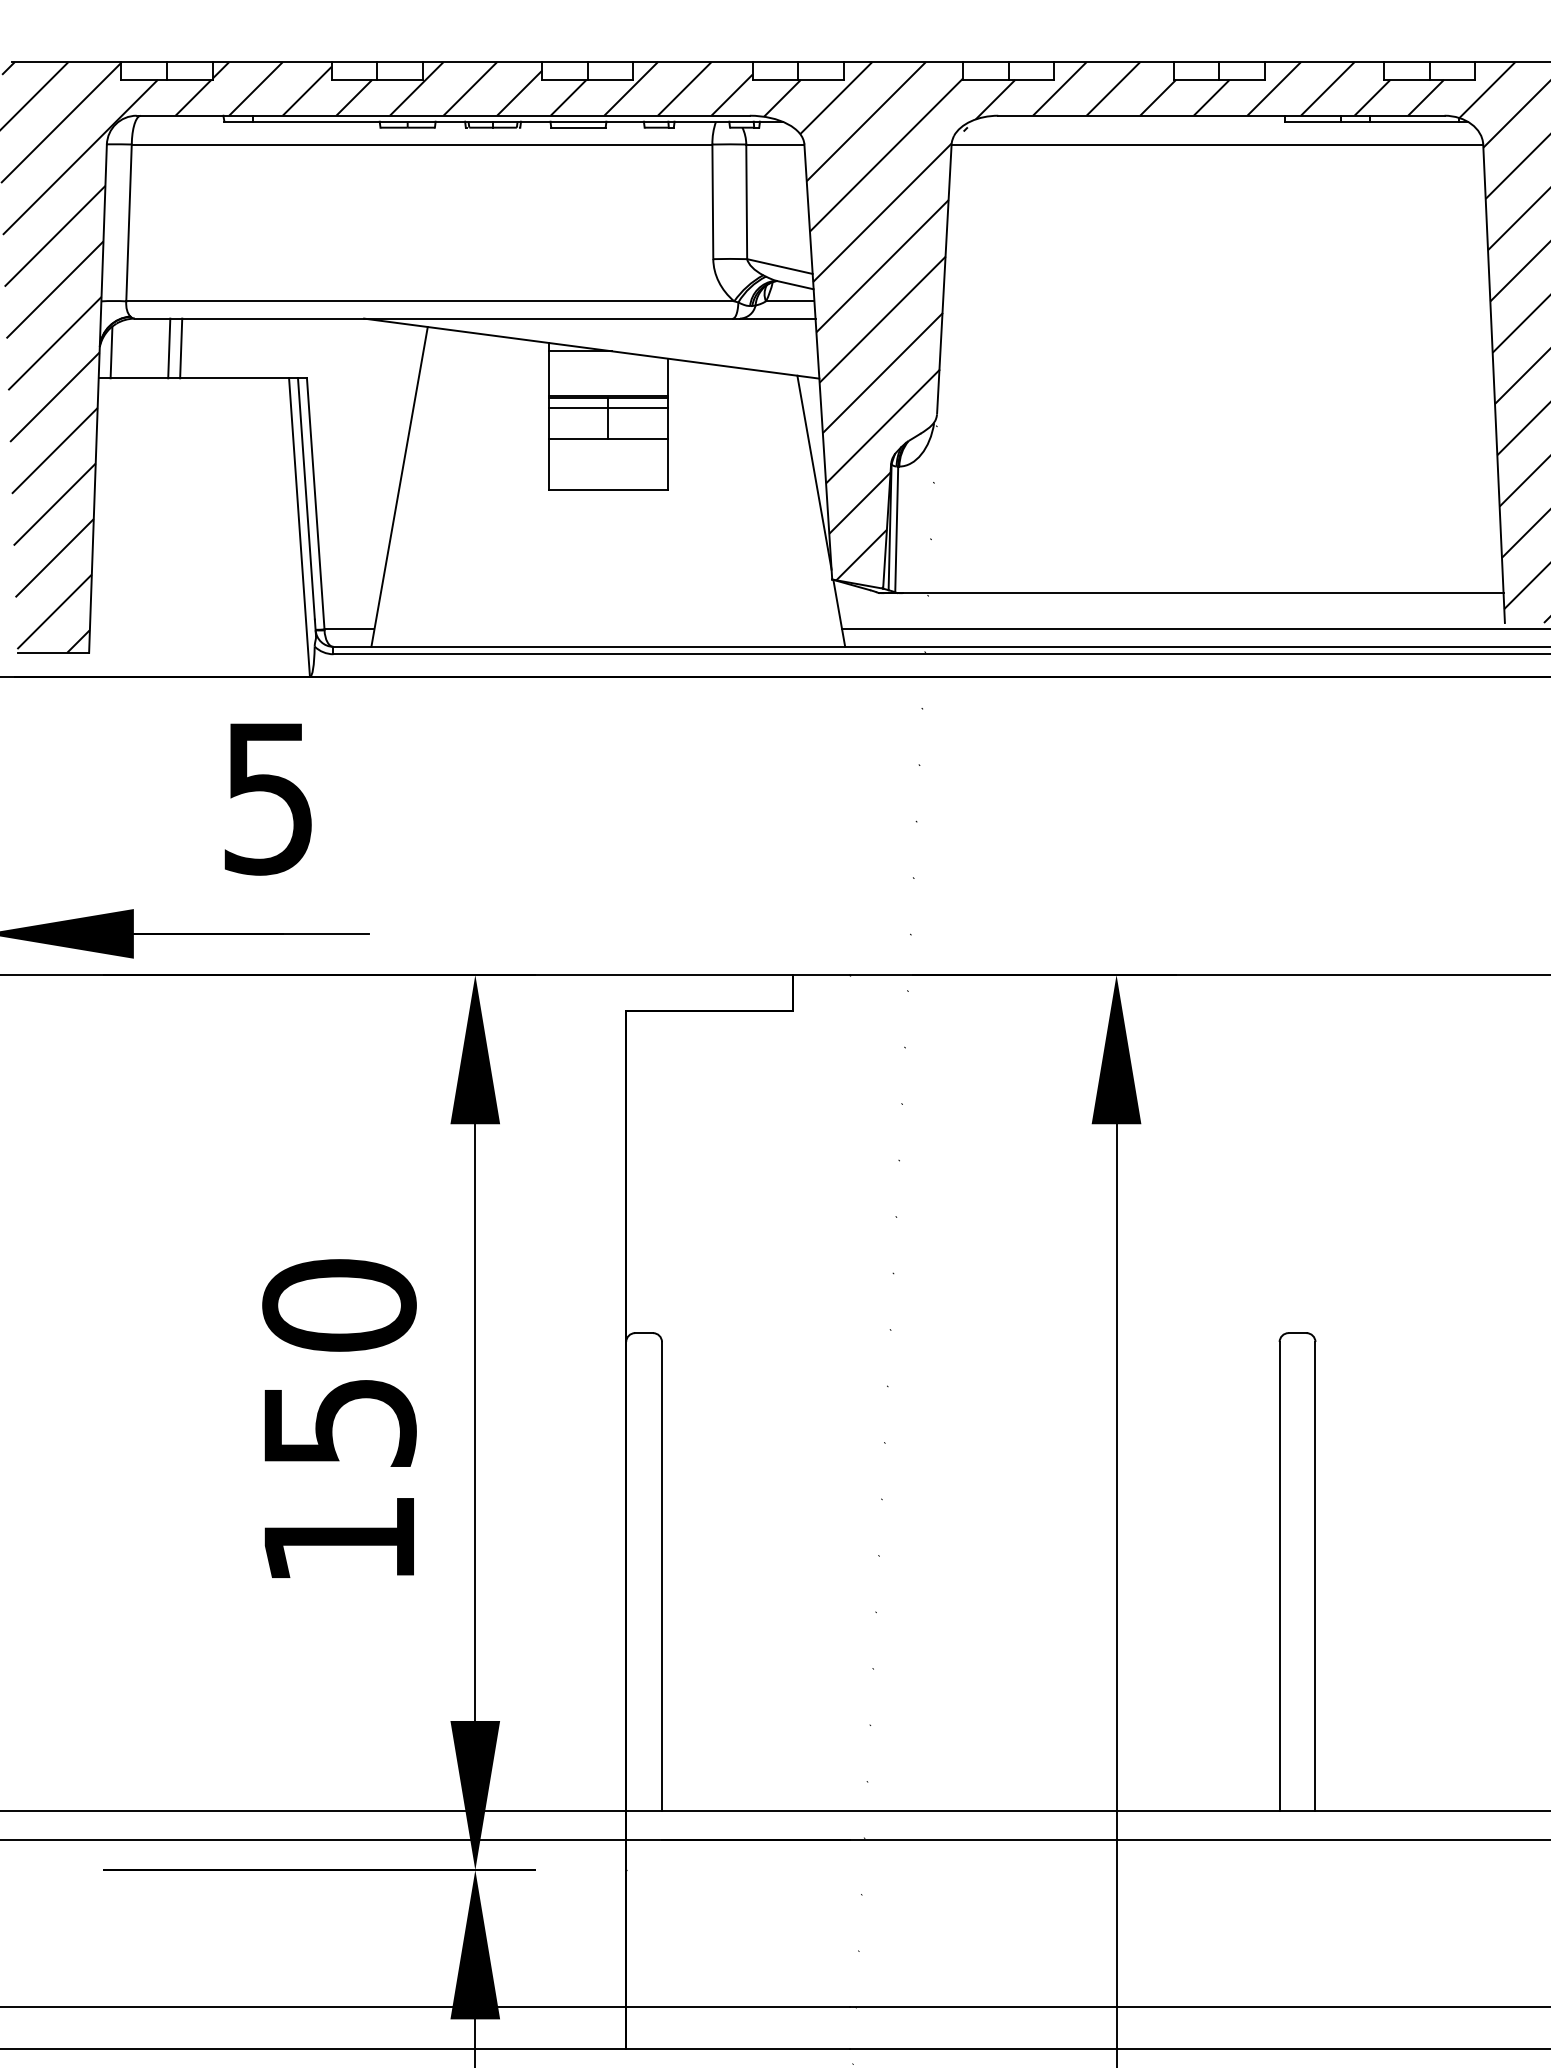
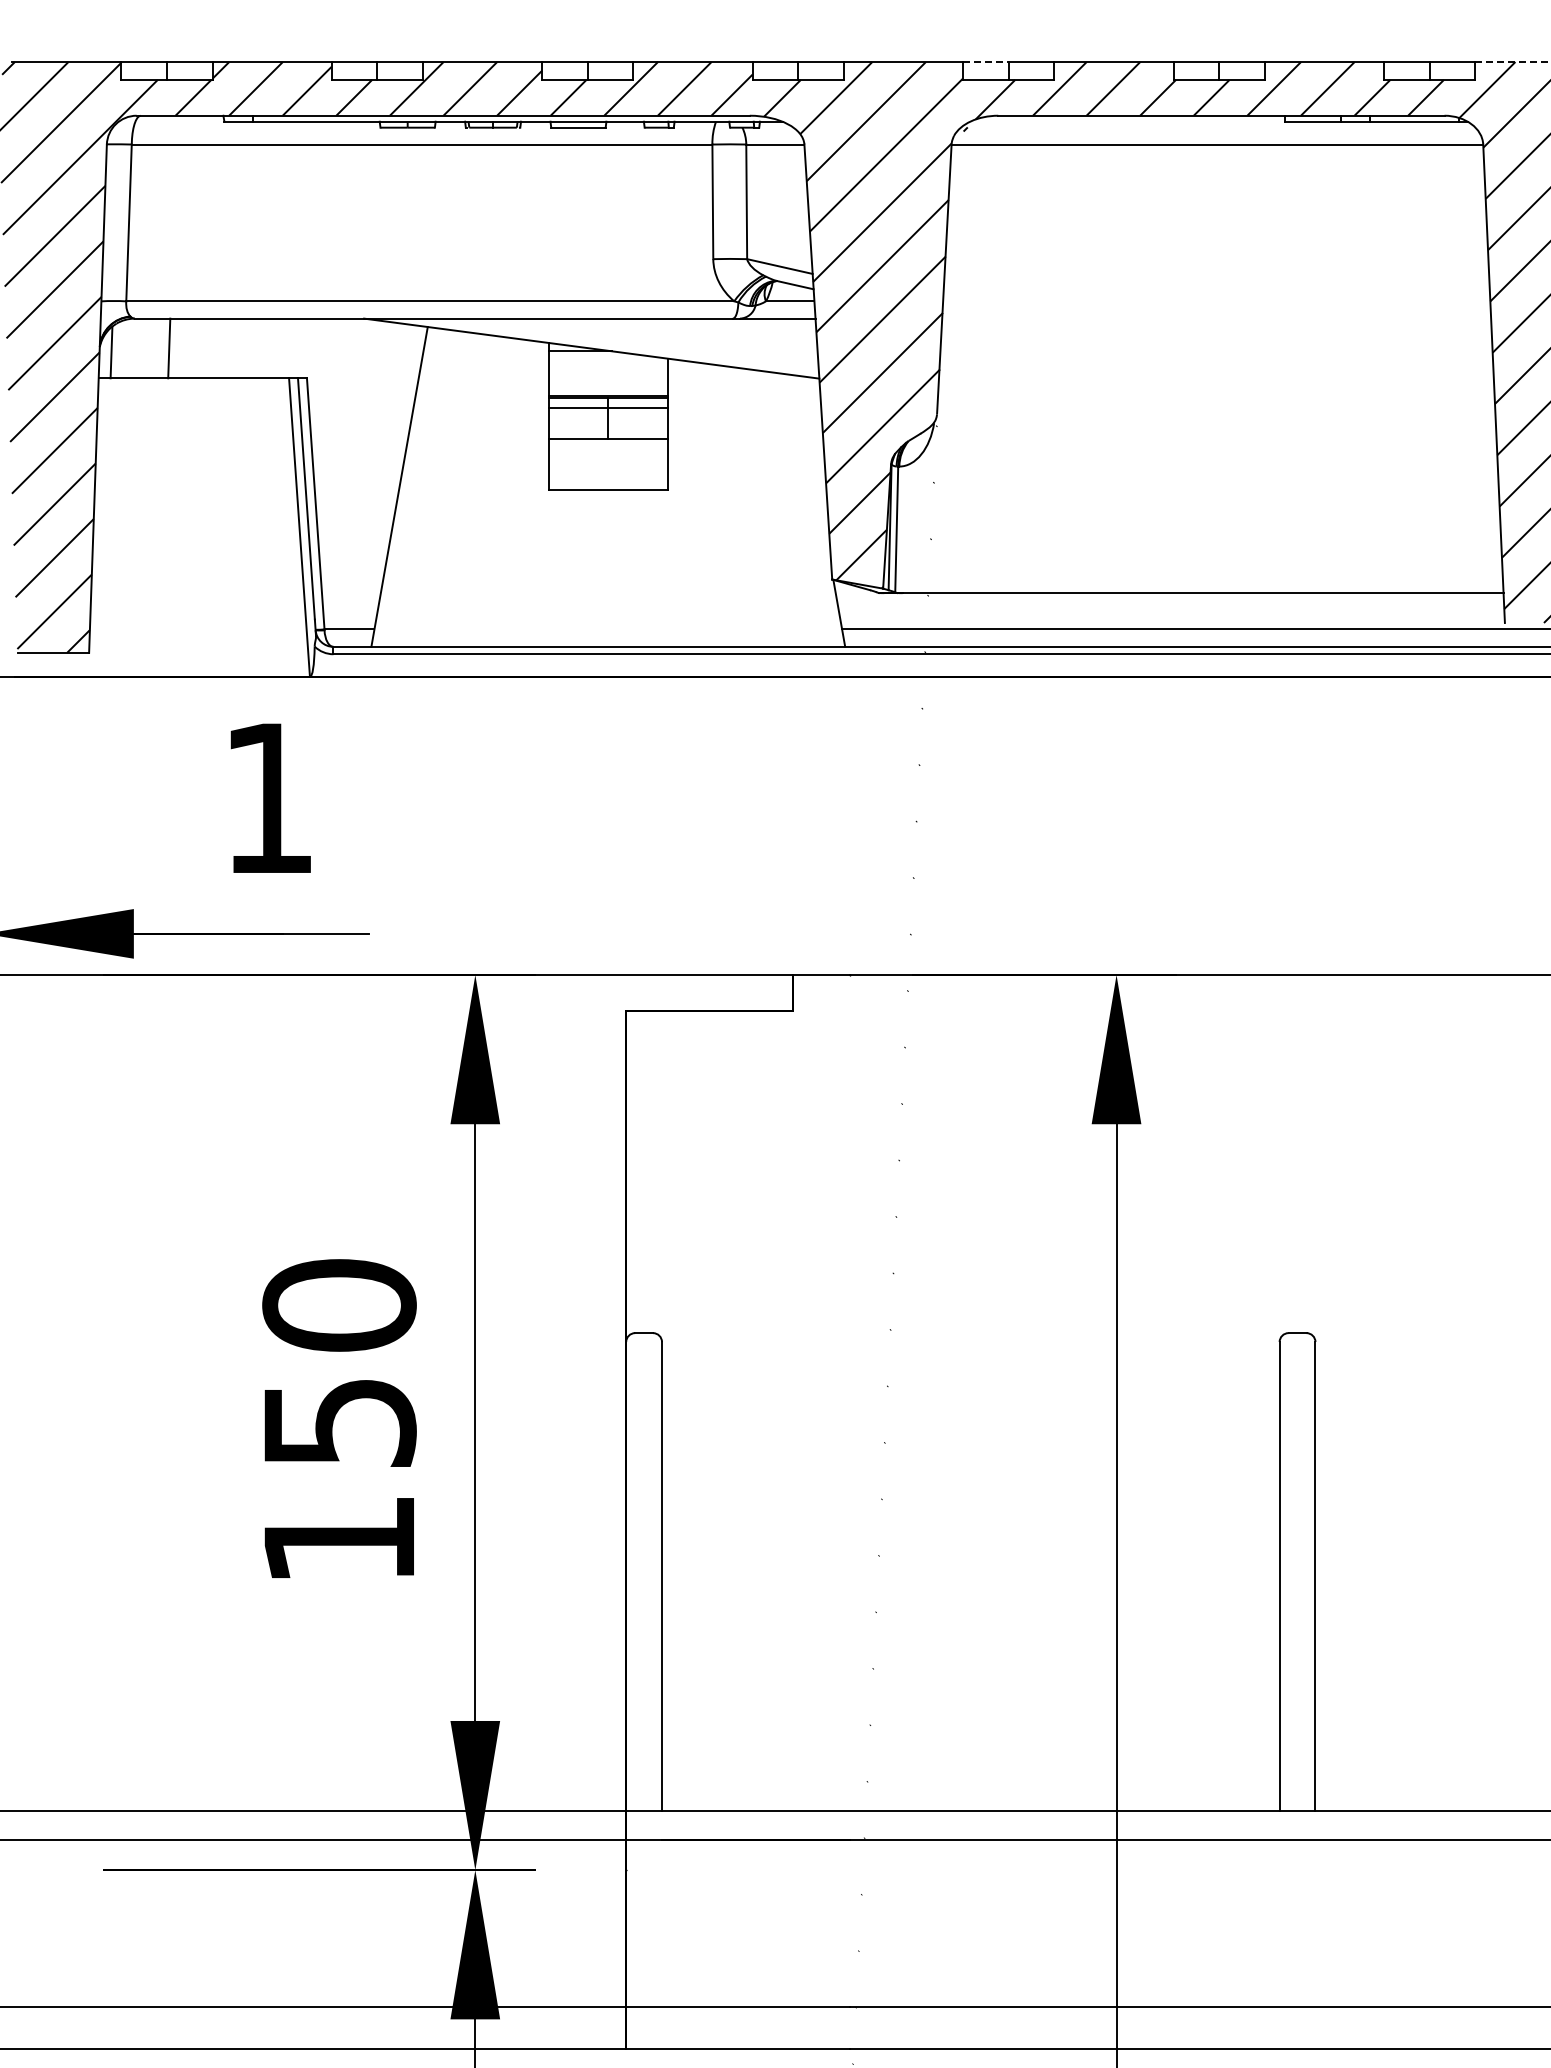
line at (985, 62): solid -> dashed
line at (1512, 62): solid -> dashed
line at (181, 348): present -> none
line at (814, 472): present -> none
text at (267, 799): 5 -> 1
